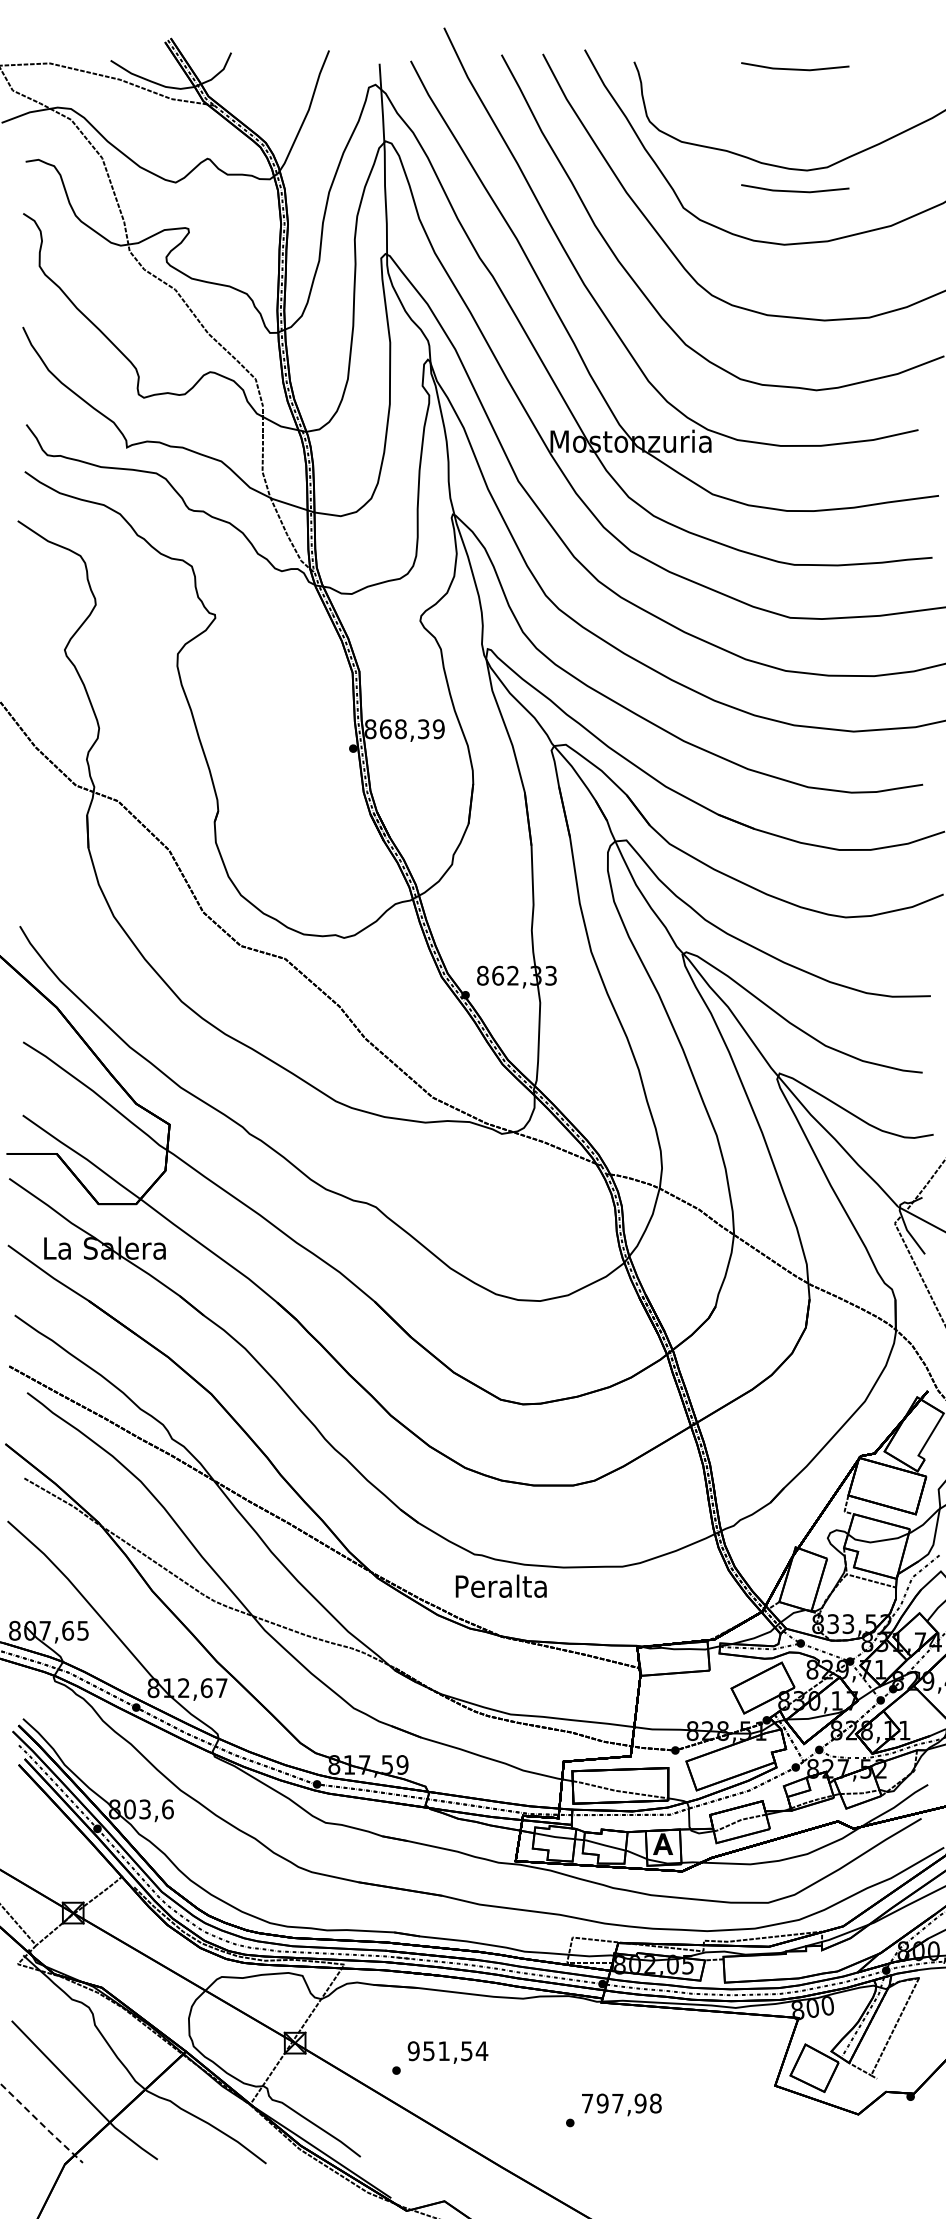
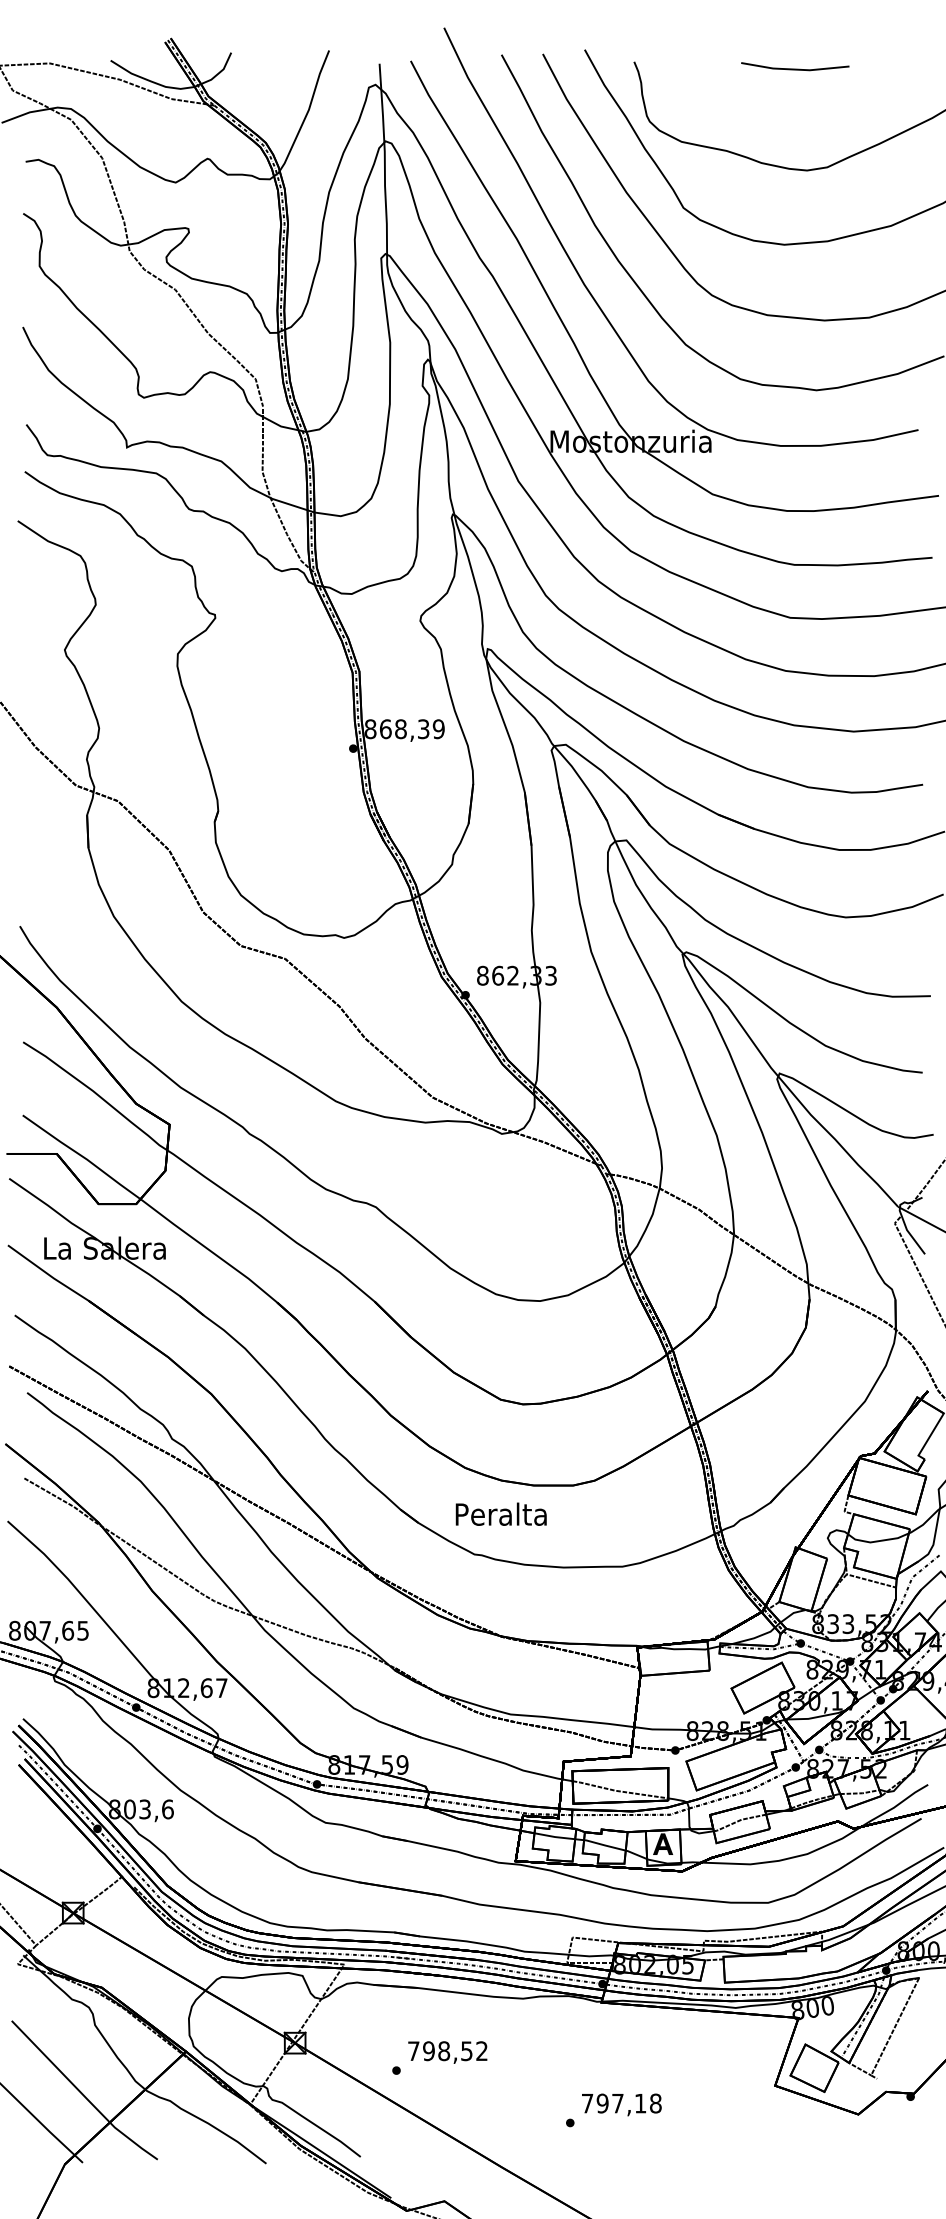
line at (795, 190): present -> none
text at (500, 1585) position: (500, 1585) -> (500, 1513)
text at (447, 2051): 951,54 -> 798,52
text at (640, 2103): 797,98 -> 797,18
line at (42, 2124): dashed -> solid
